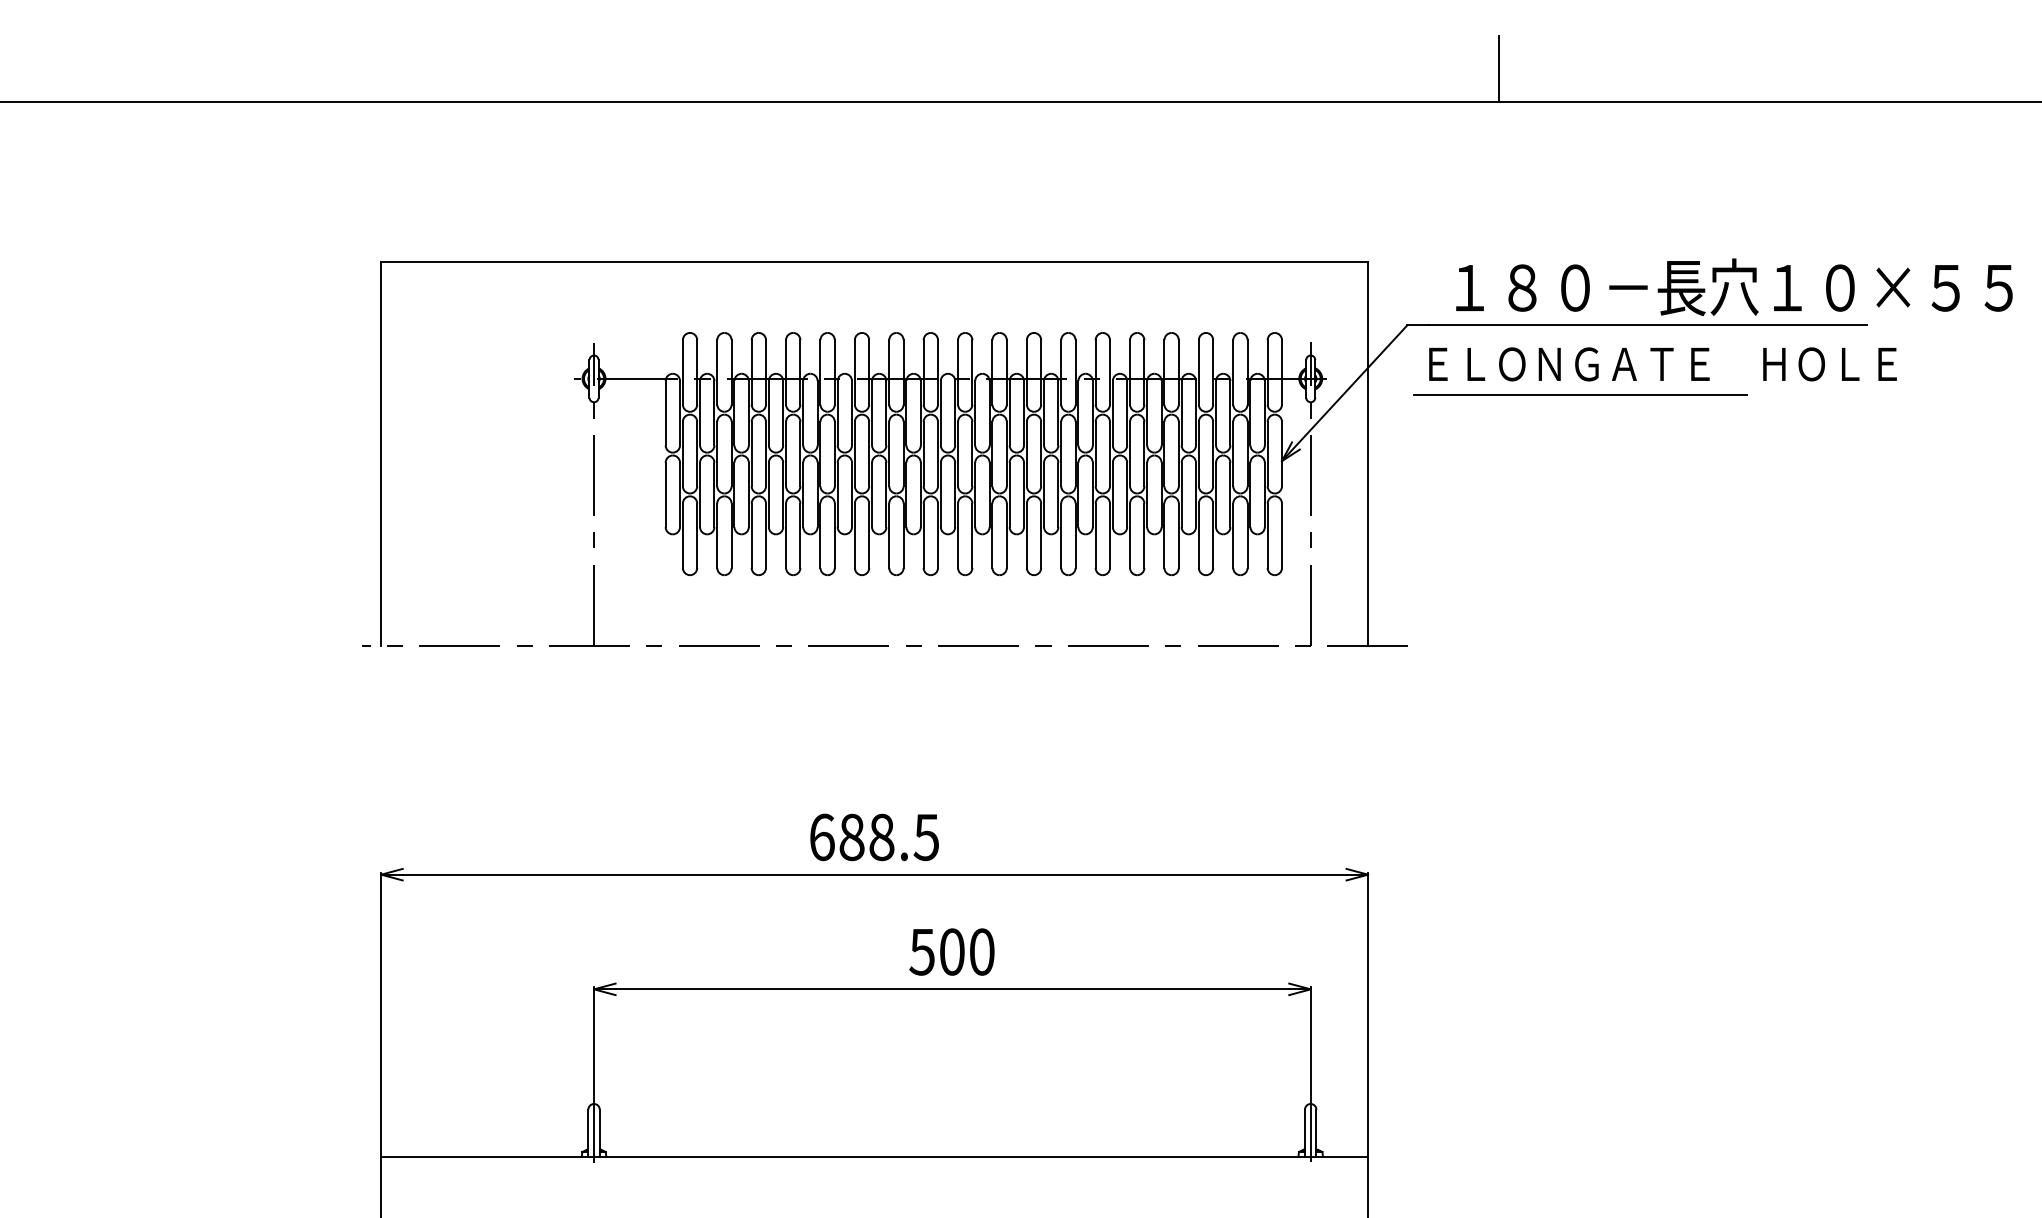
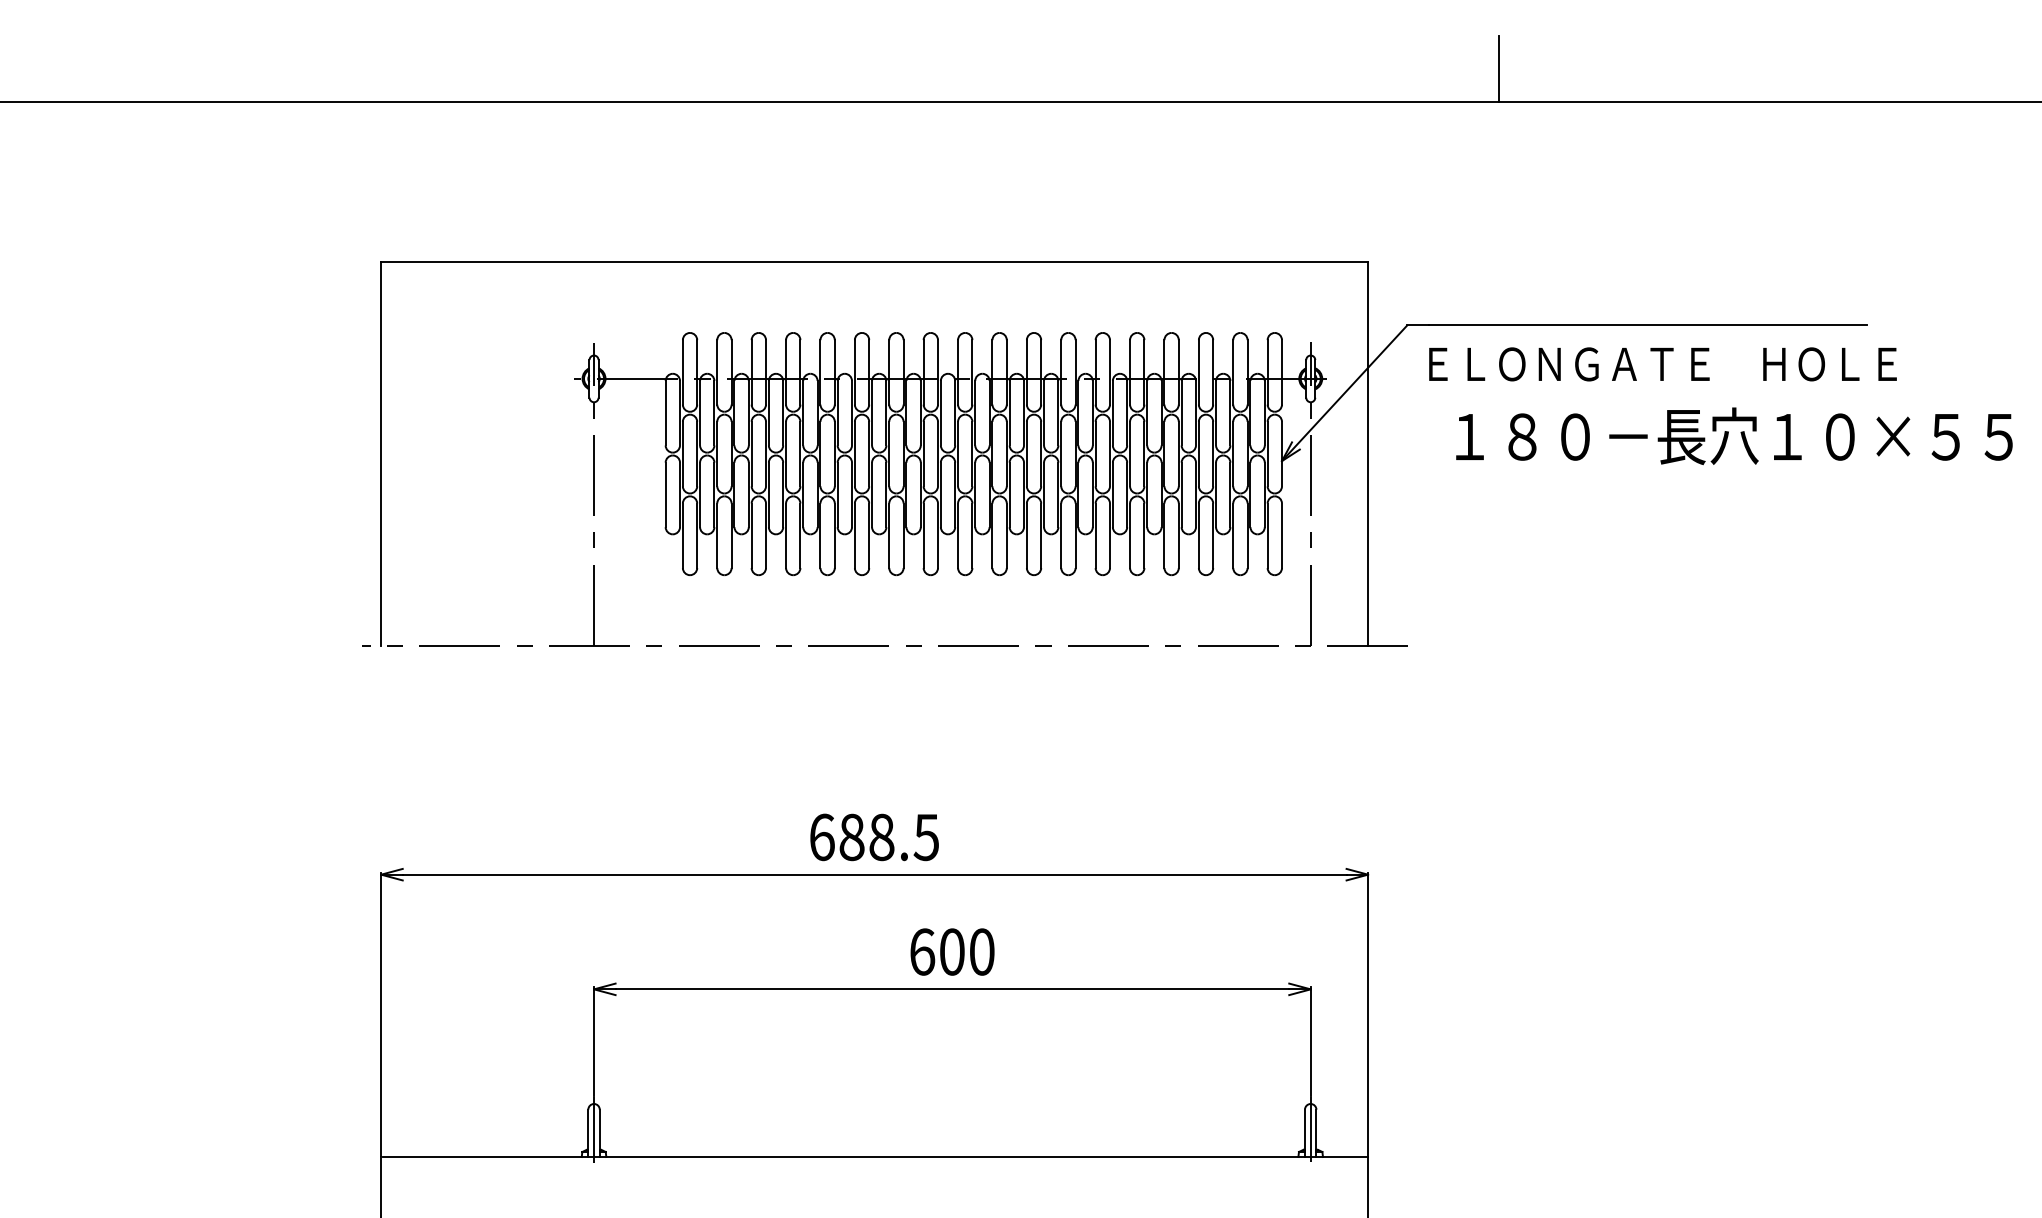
text at (1734, 287) position: (1734, 287) -> (1734, 436)
line at (1580, 395): present -> none
text at (922, 951): 500 -> 600
